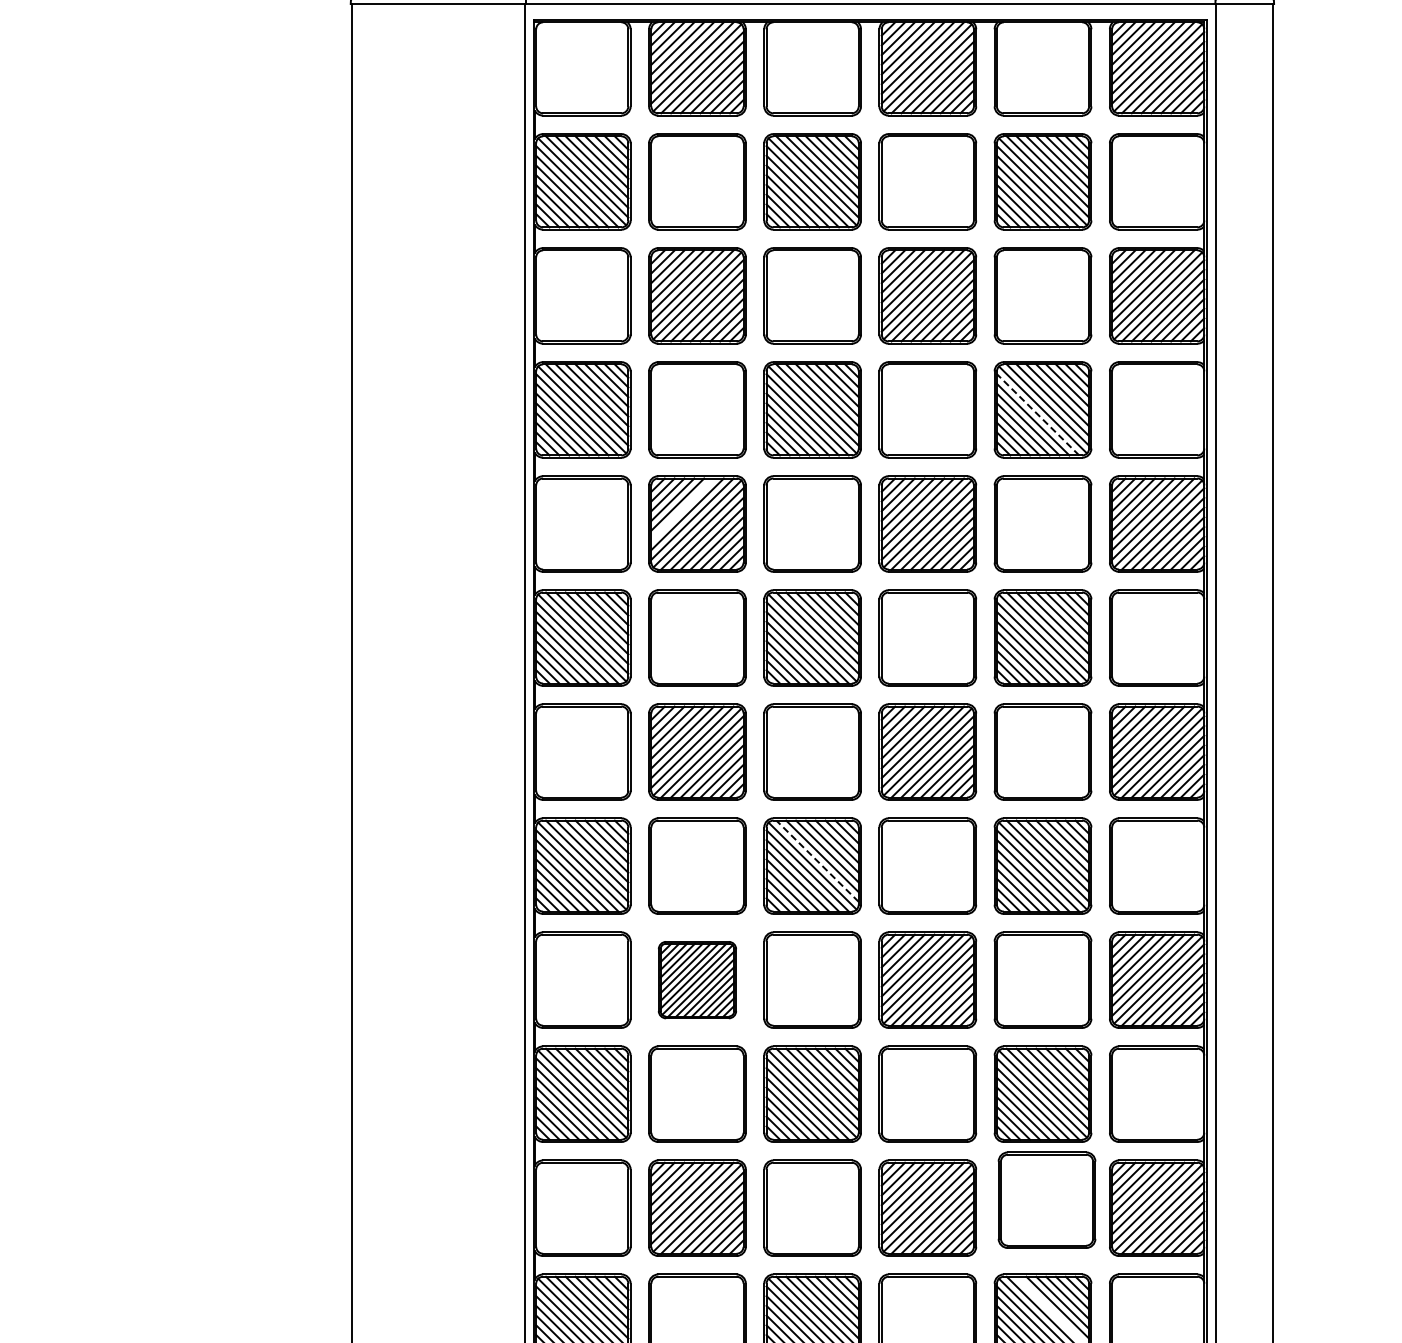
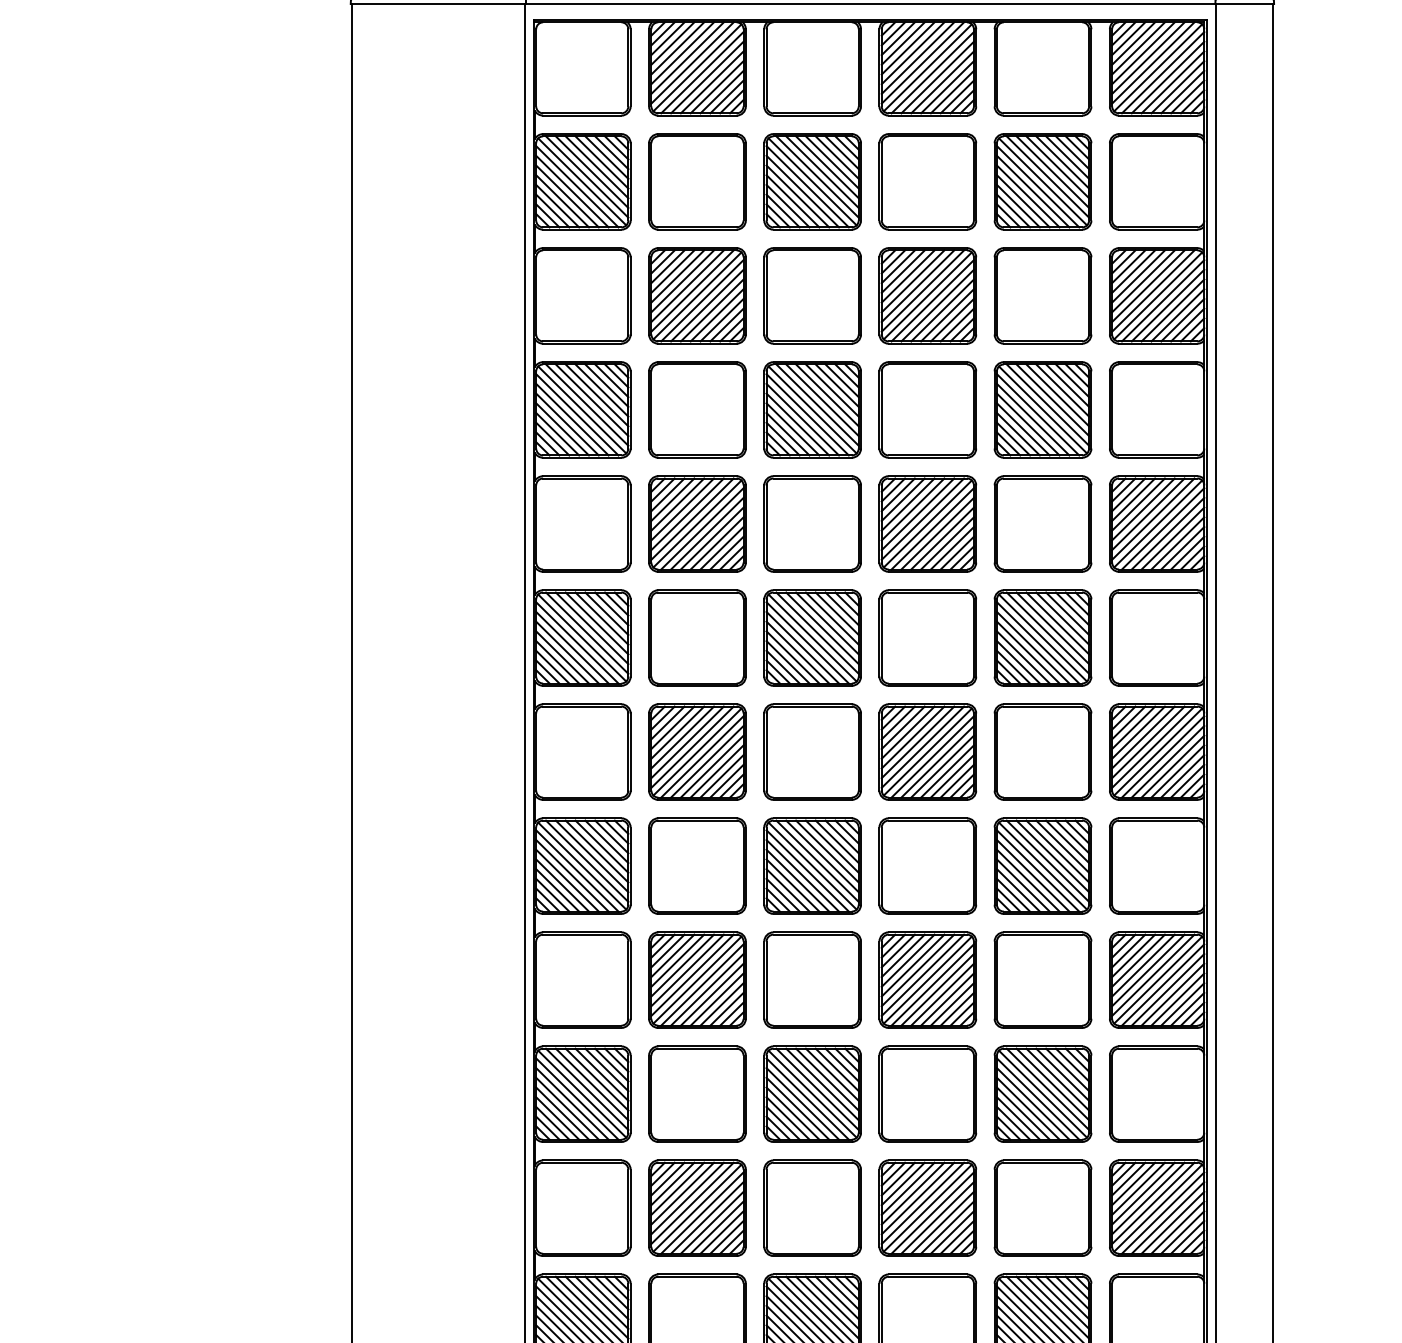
line at (1038, 414): dashed -> solid
line at (682, 509): none -> present
line at (817, 861): dashed -> solid
part at (696, 980) size: 80x79 px -> 99x98 px
part at (1046, 1199) position: (1046, 1199) -> (1042, 1207)
line at (1048, 1307): none -> present
